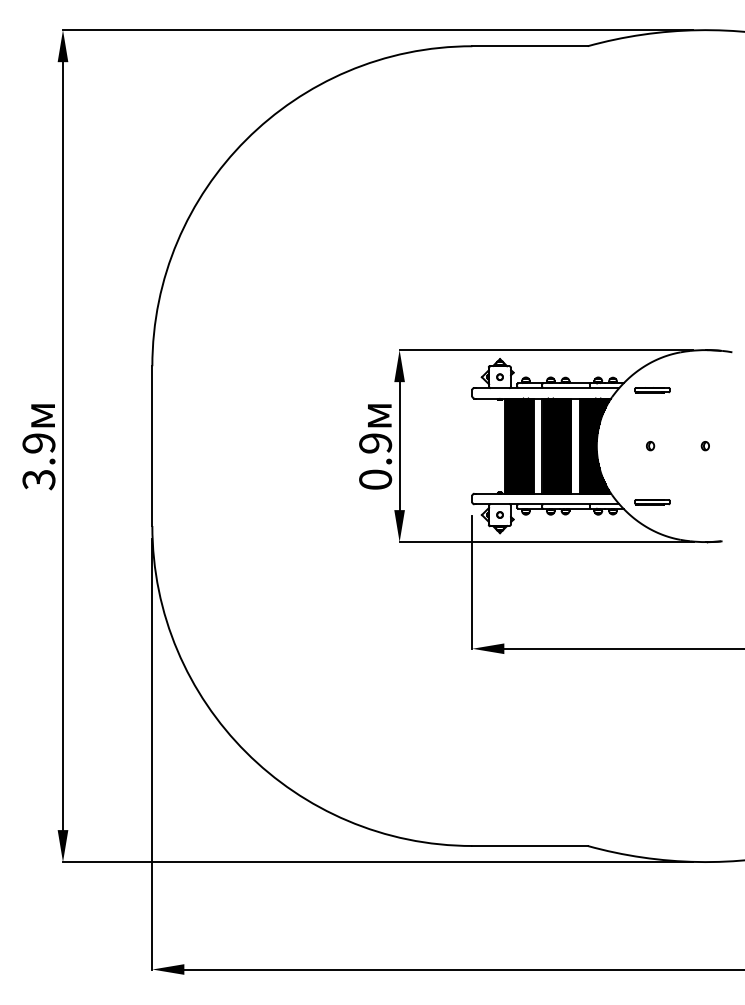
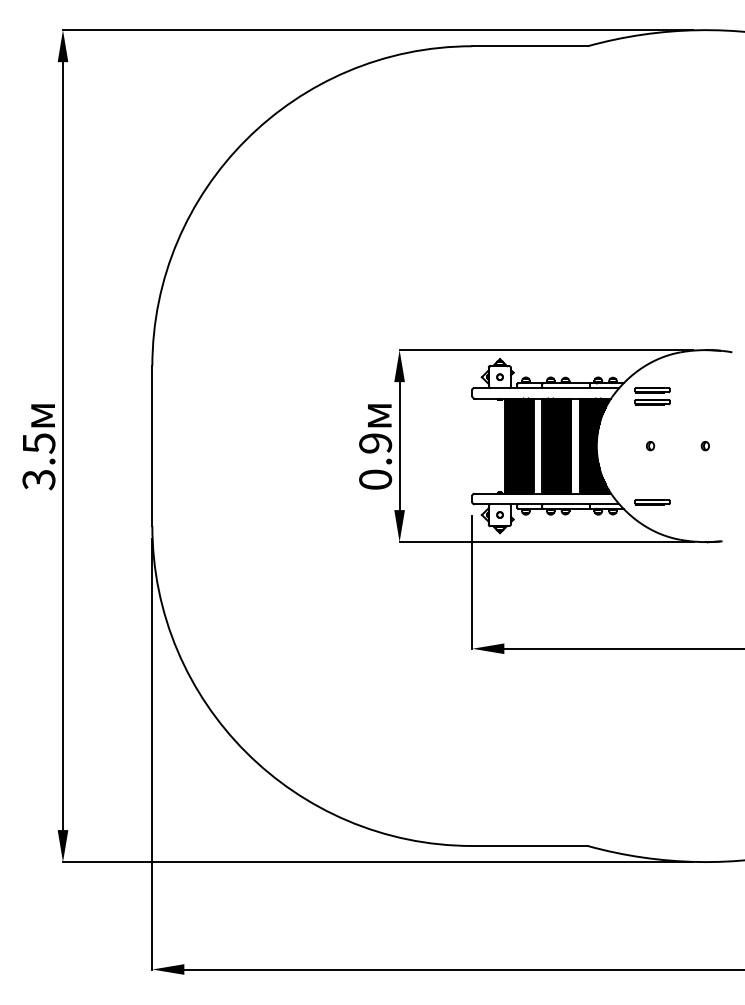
part at (652, 402): none -> present
text at (38, 443): 3.9 -> 3.5
